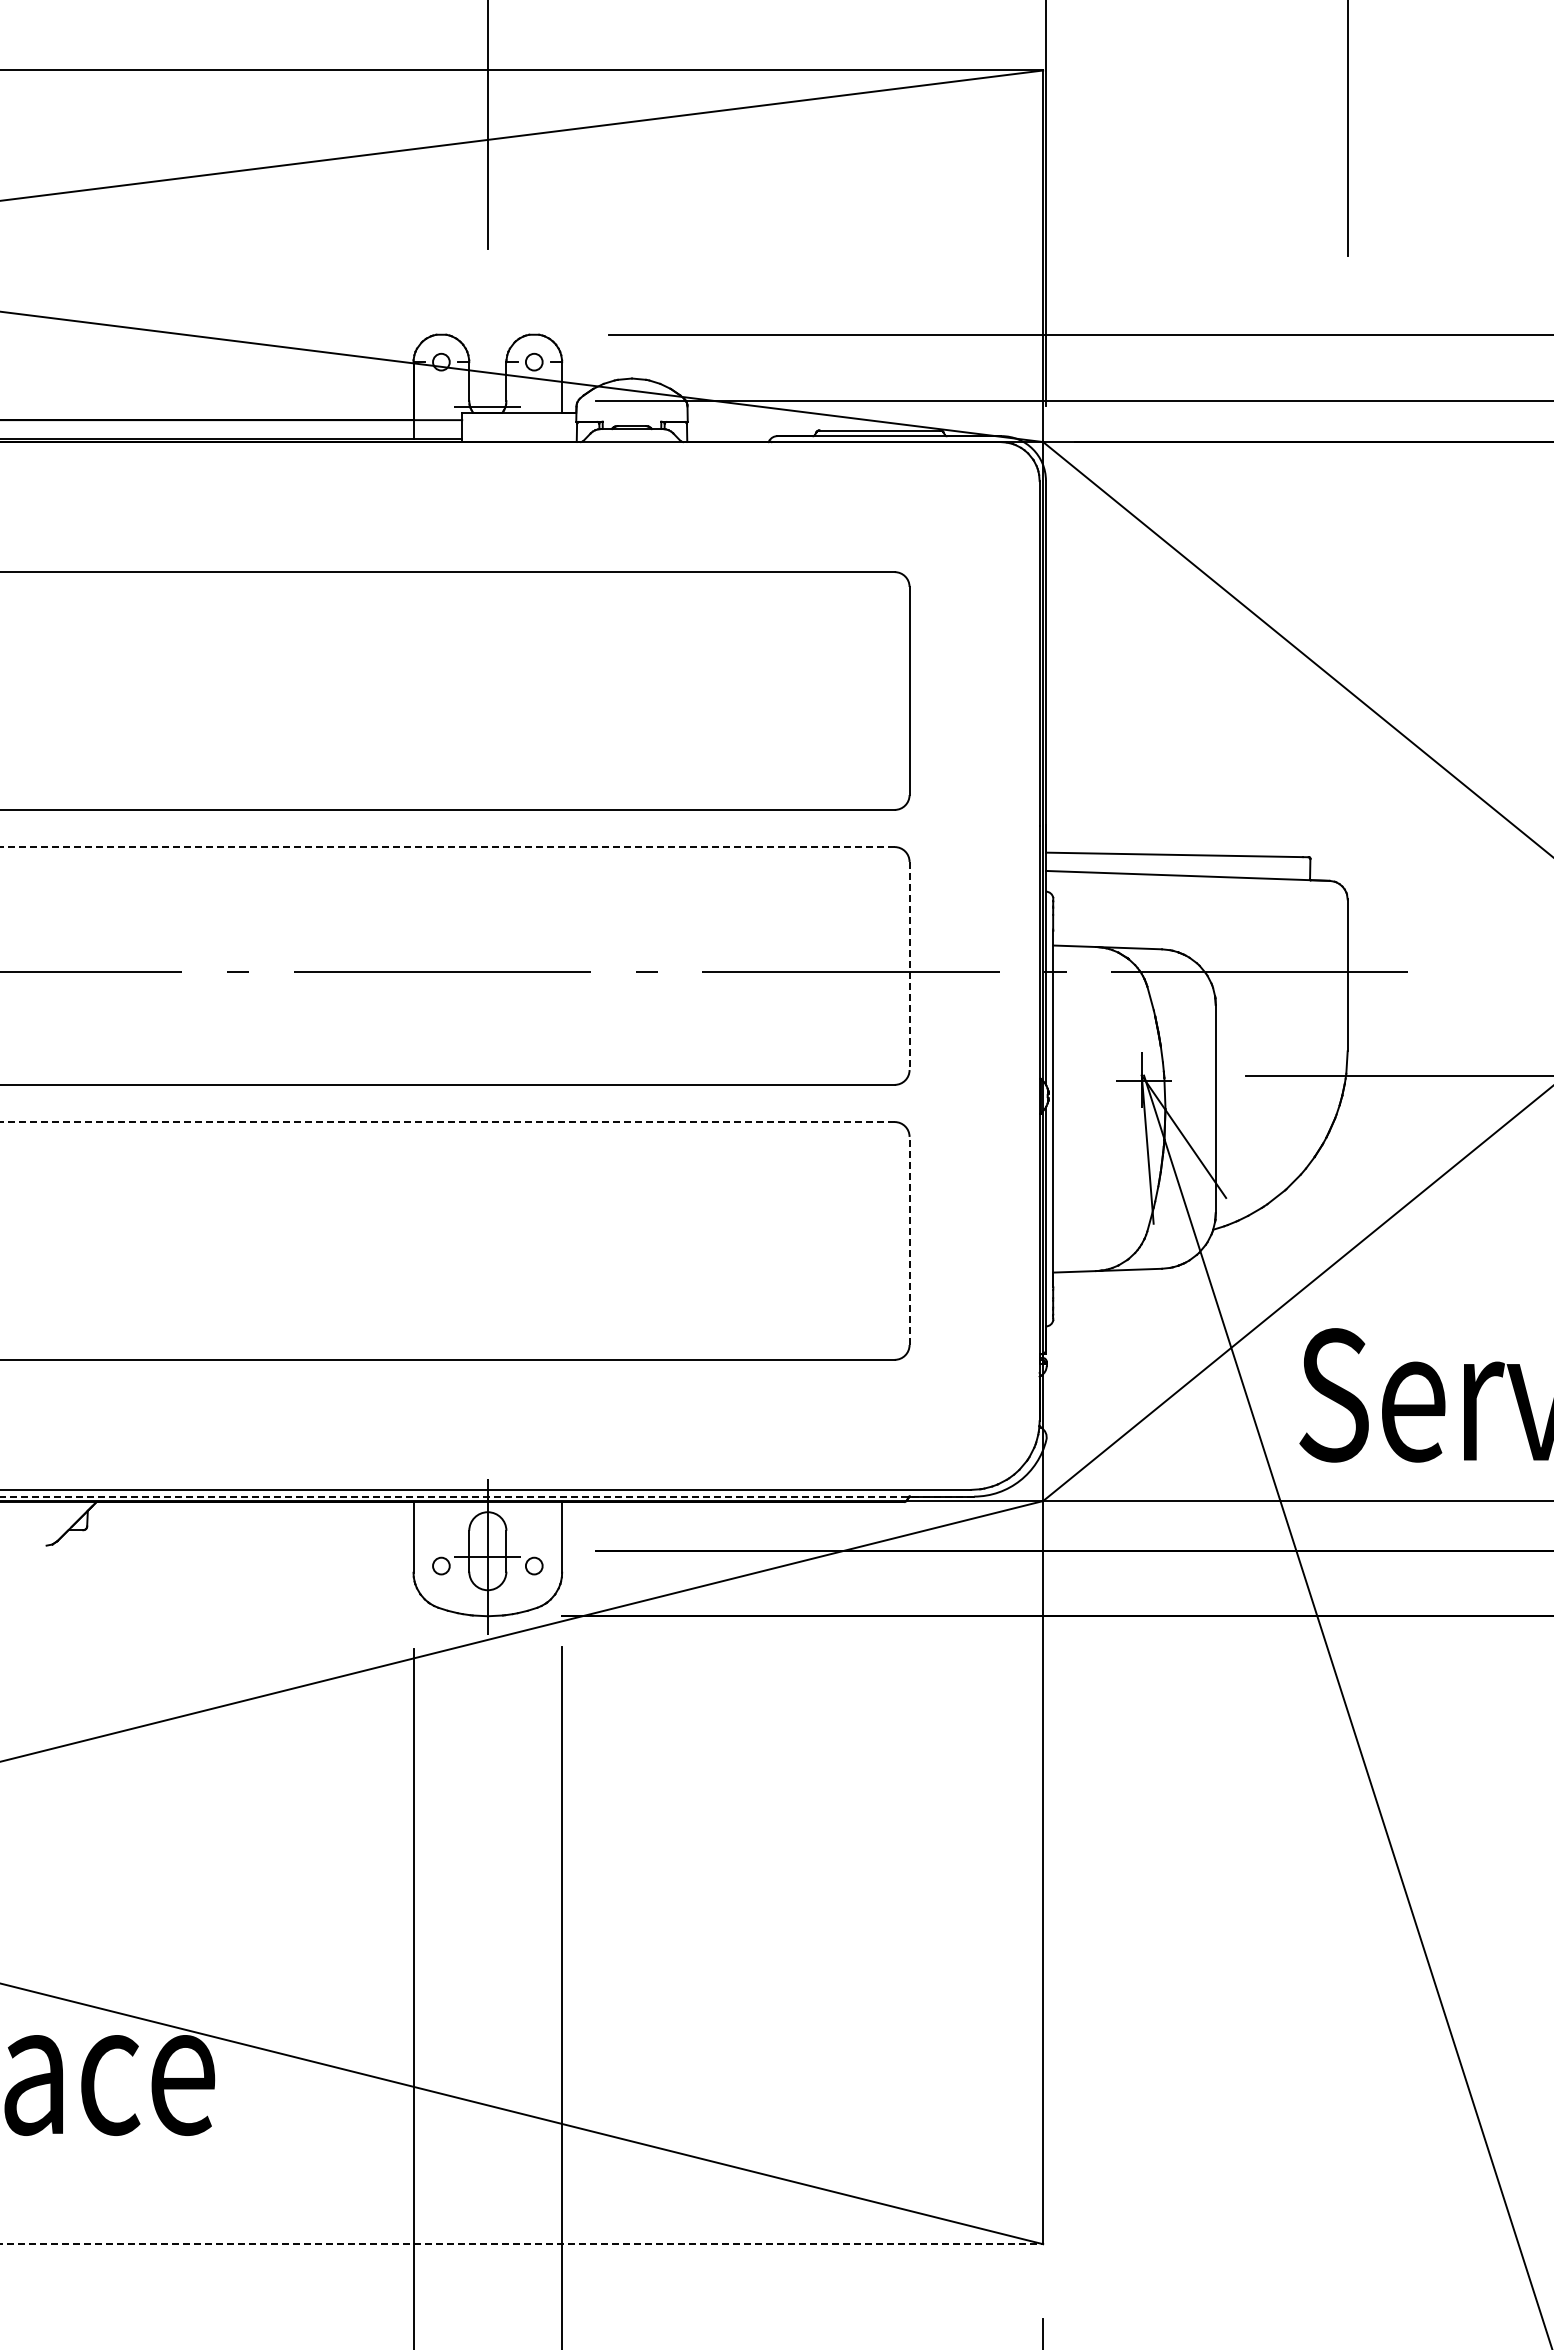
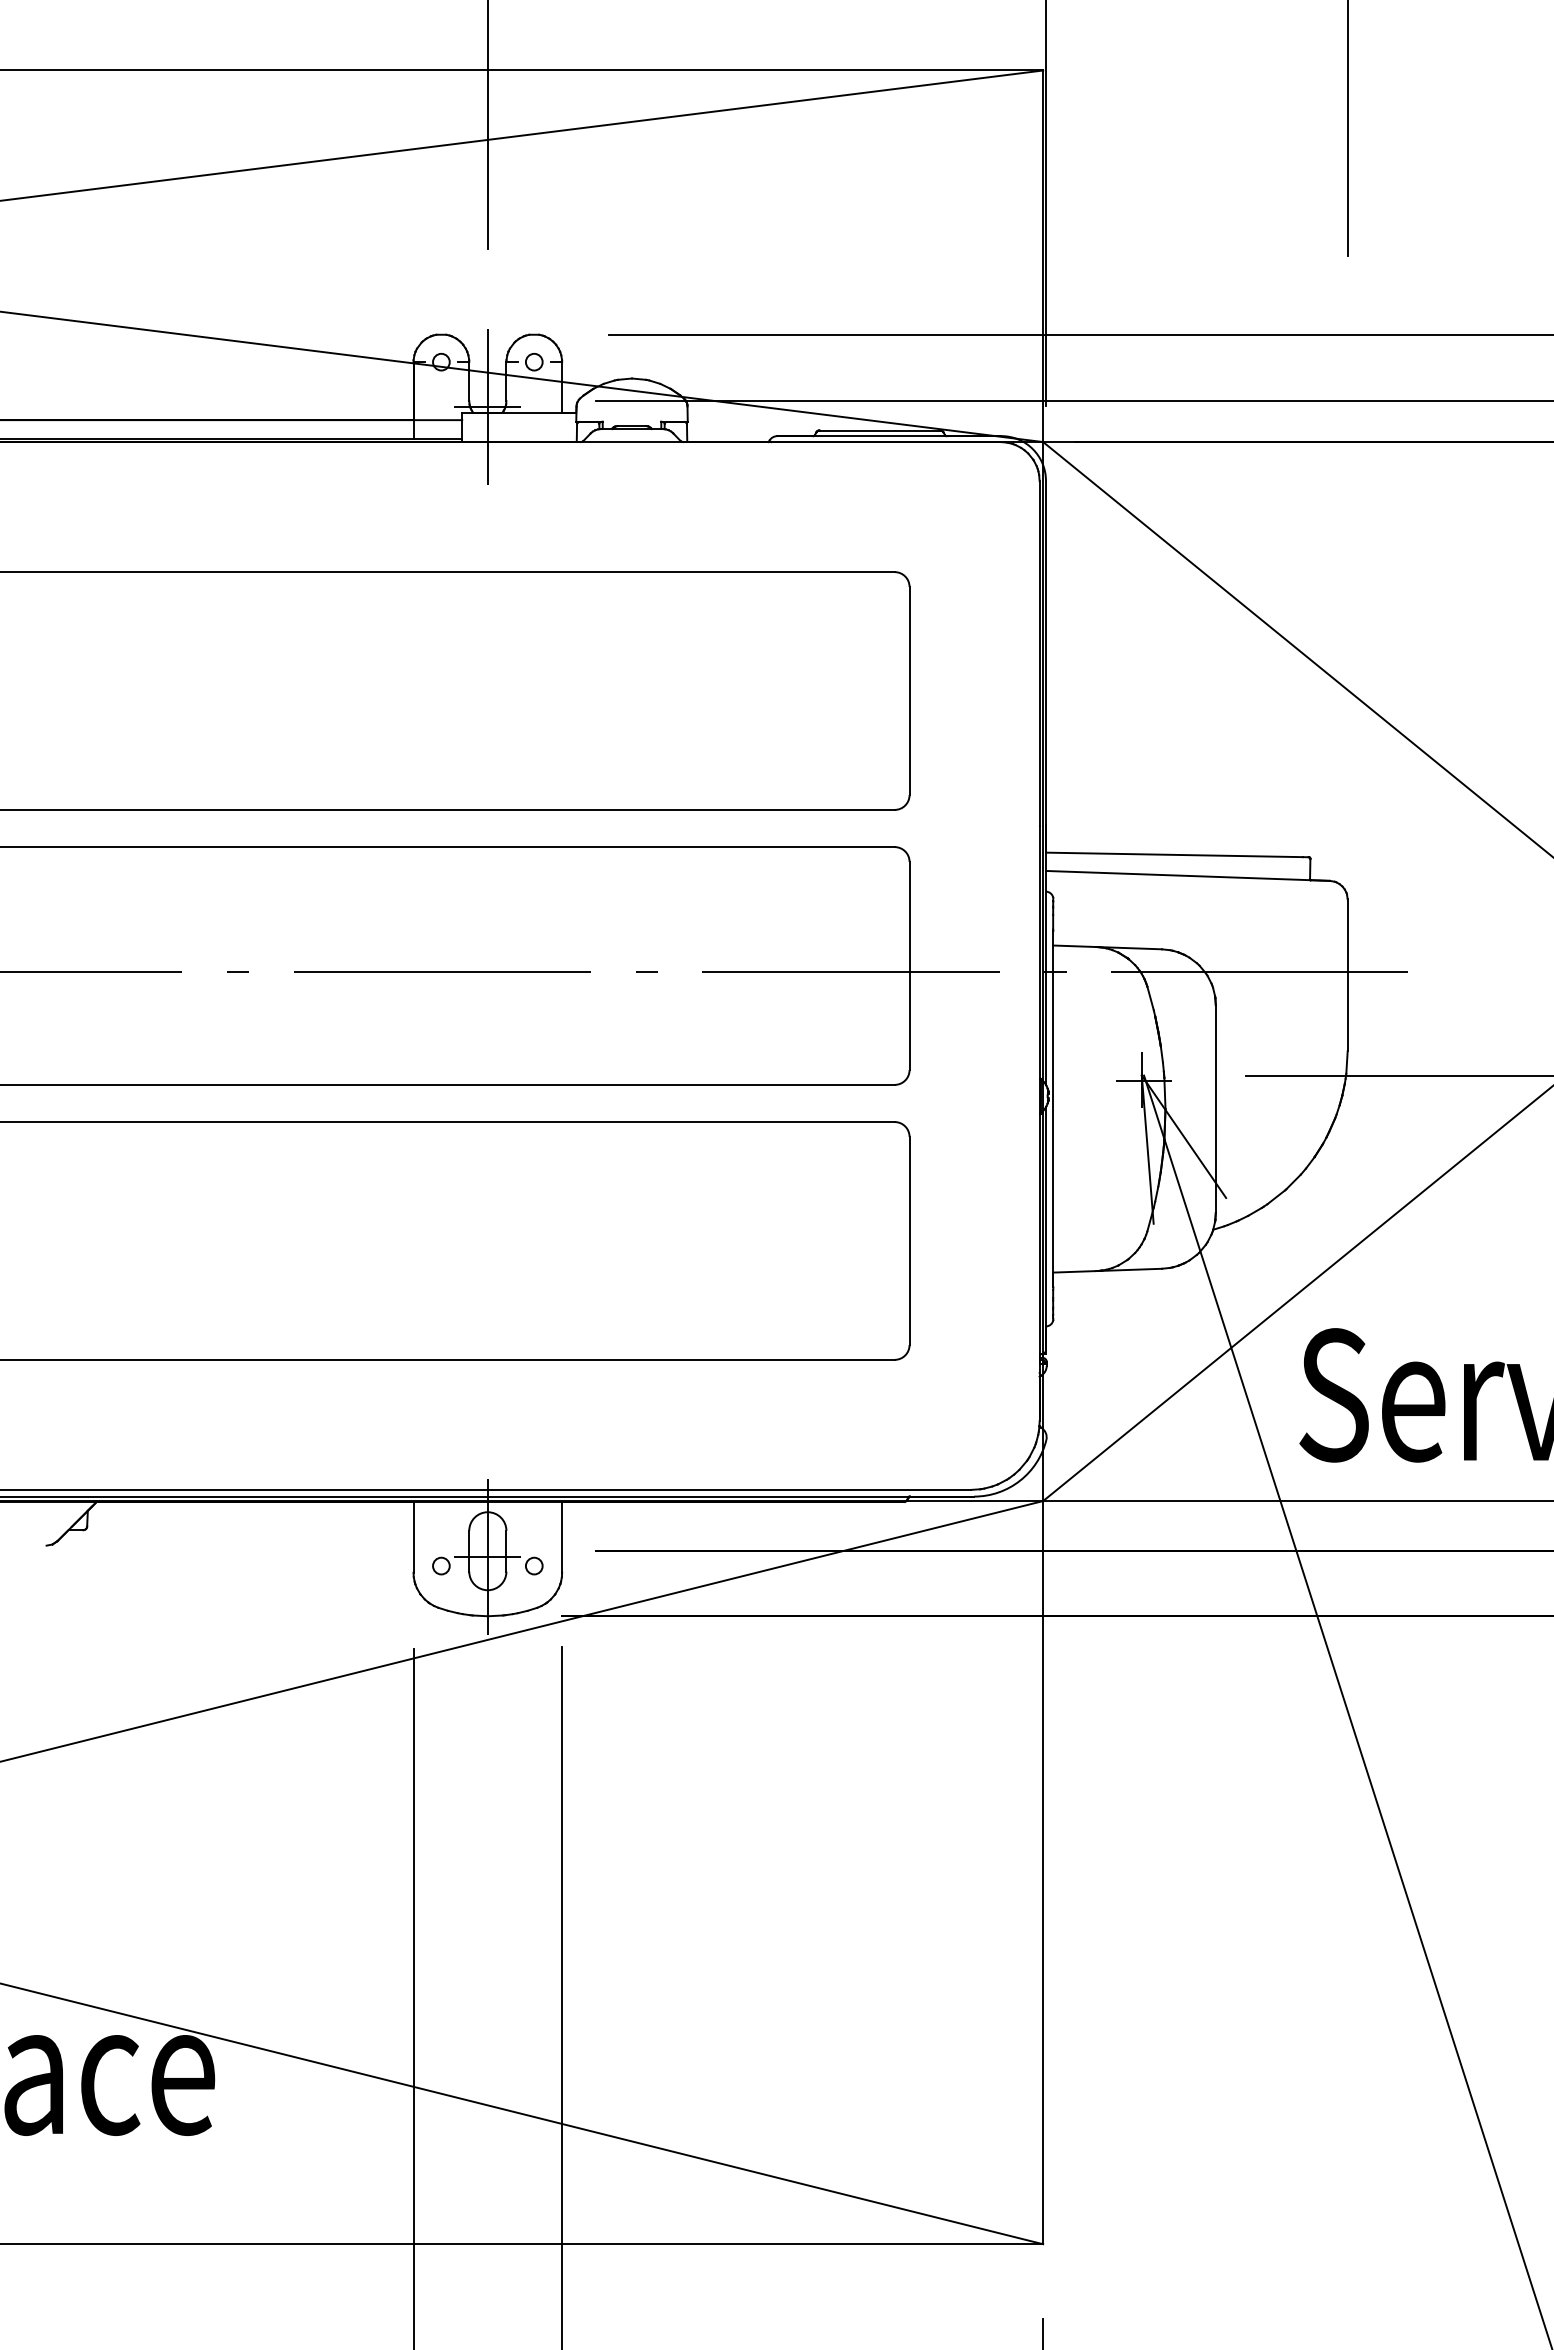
line at (487, 406): none -> present
line at (447, 847): dashed -> solid
line at (909, 966): dashed -> solid
line at (447, 1122): dashed -> solid
line at (909, 1240): dashed -> solid
line at (487, 1496): dashed -> solid
line at (522, 2244): dashed -> solid
